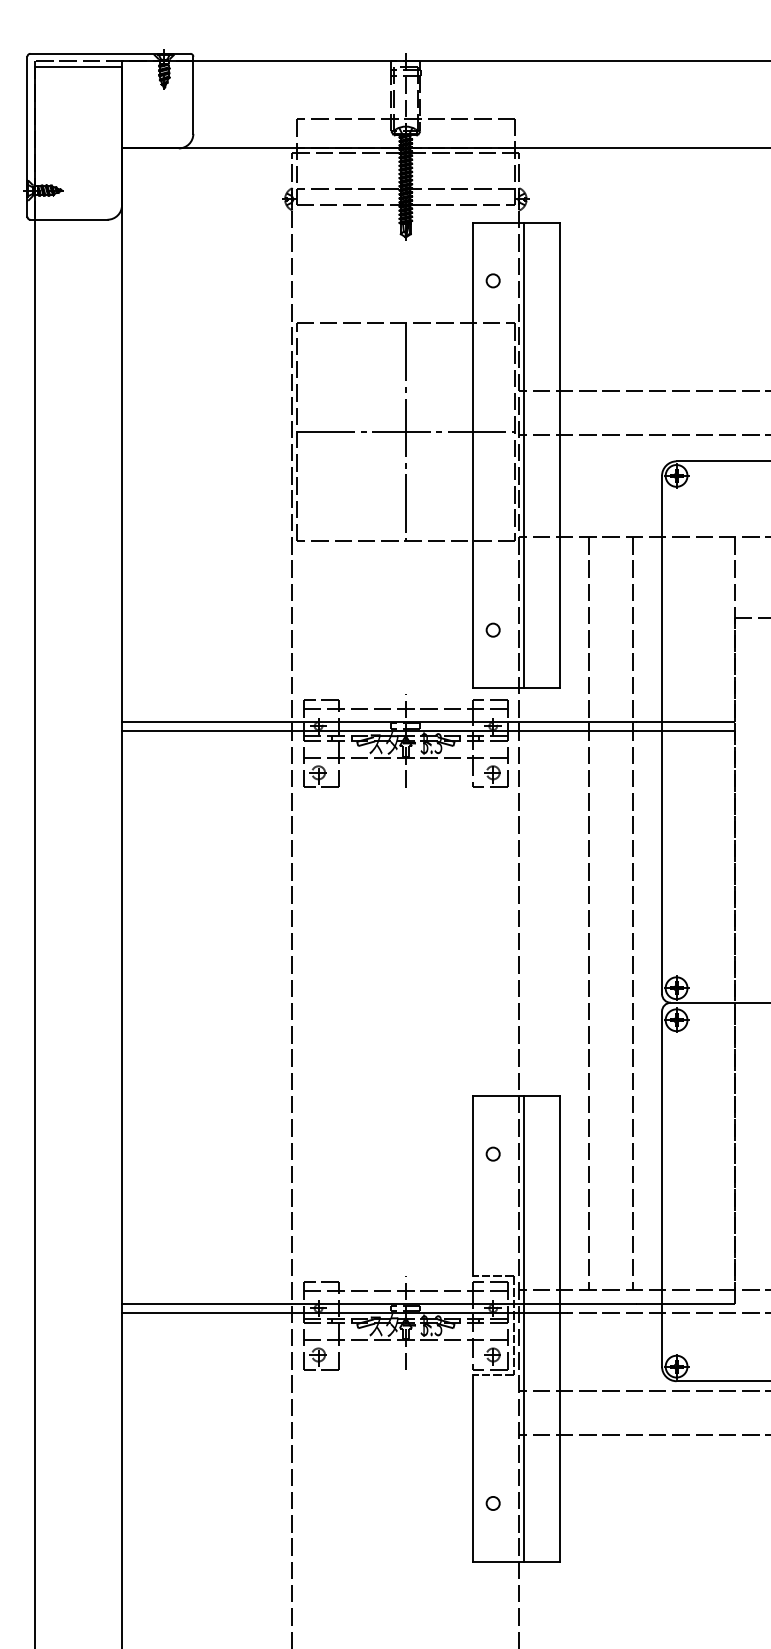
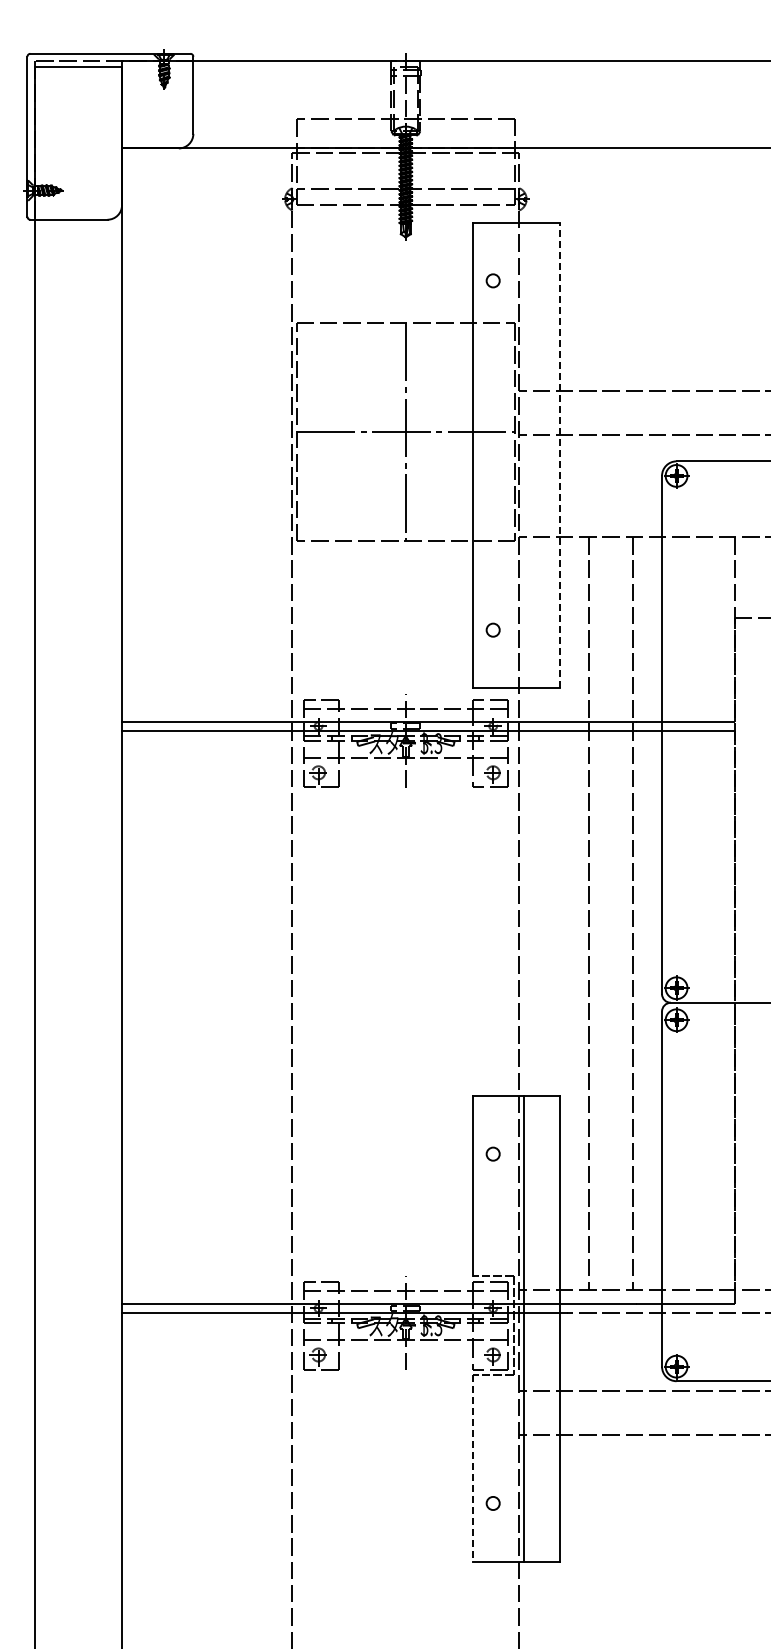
line at (523, 455): present -> none
line at (560, 455): solid -> dashed
line at (472, 1469): solid -> dashed
